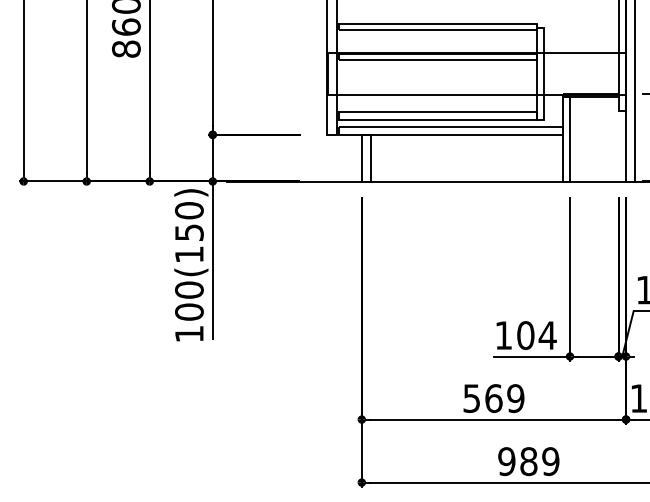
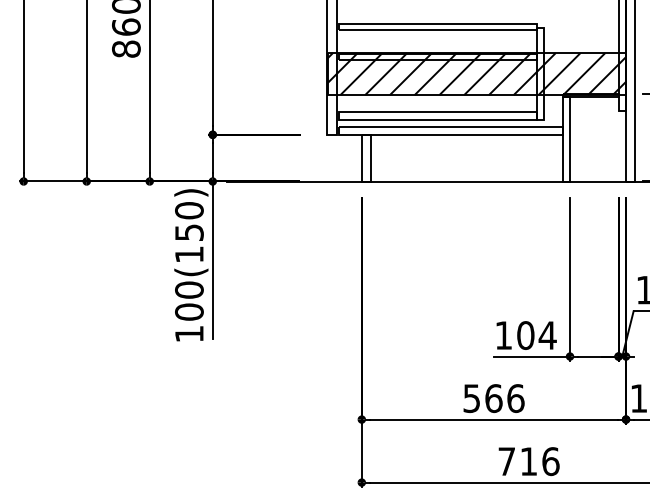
hatch at (476, 74): none -> present
text at (515, 398): 569 -> 566
text at (528, 461): 989 -> 716
